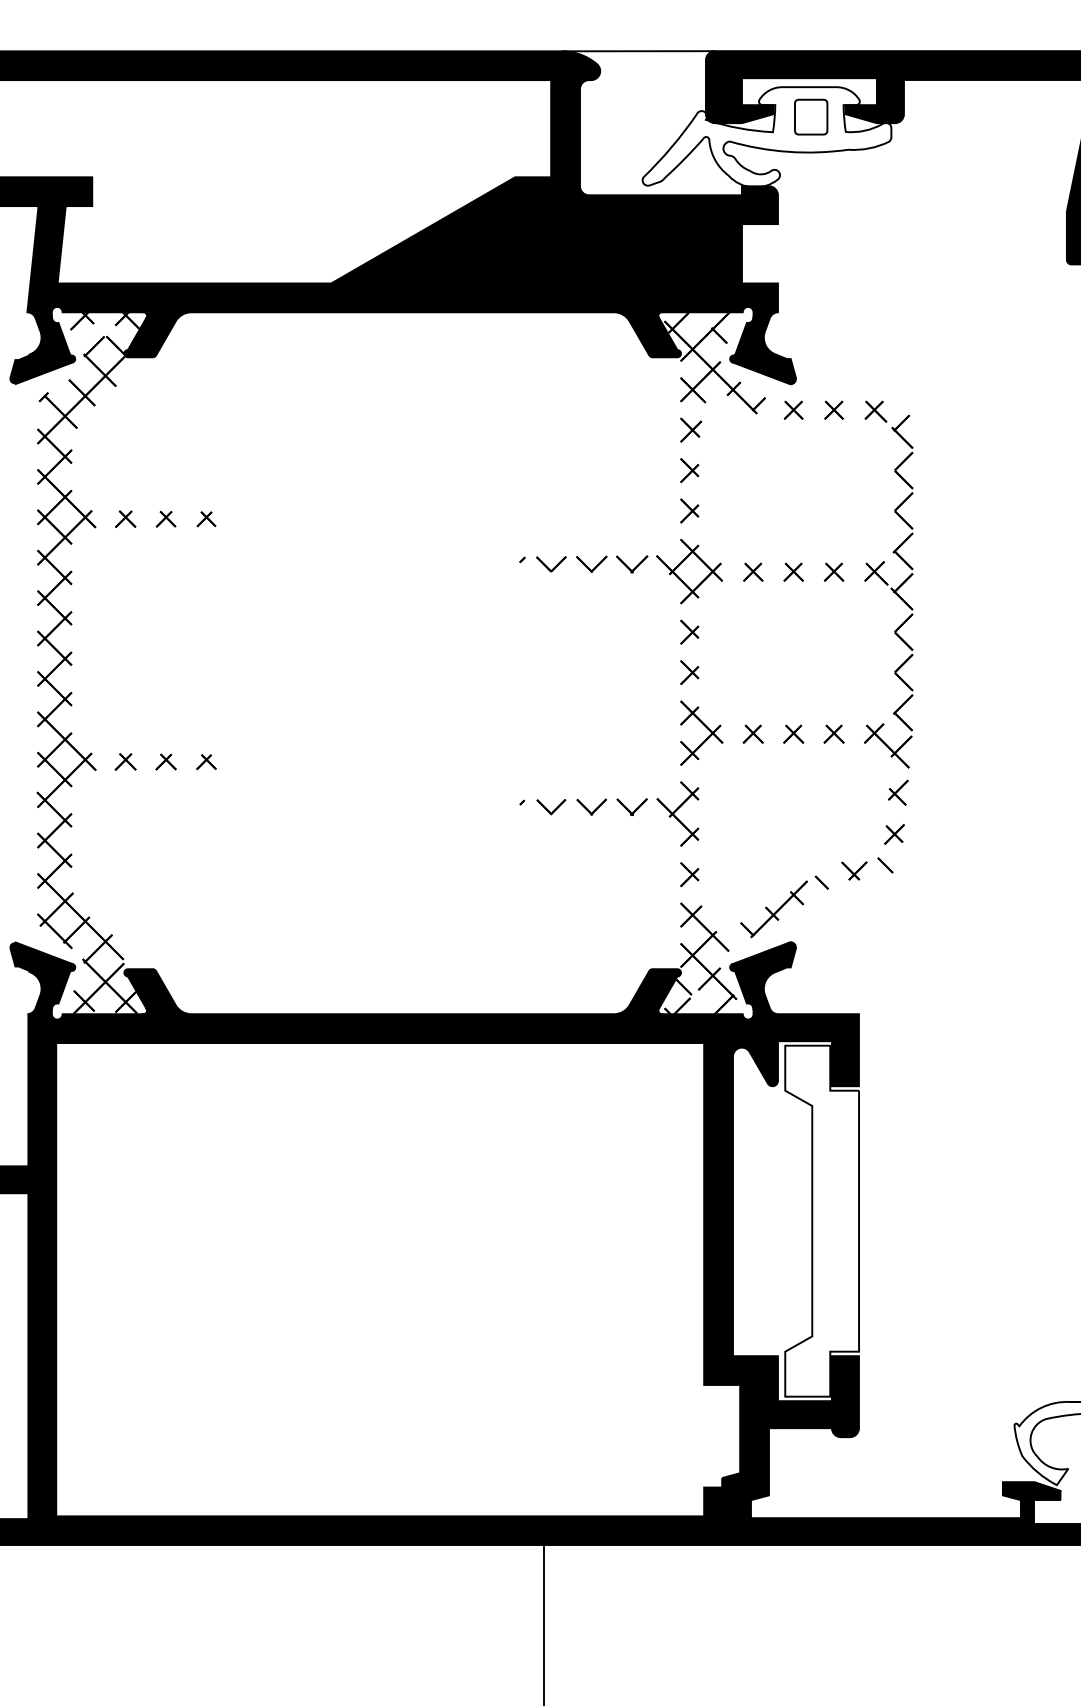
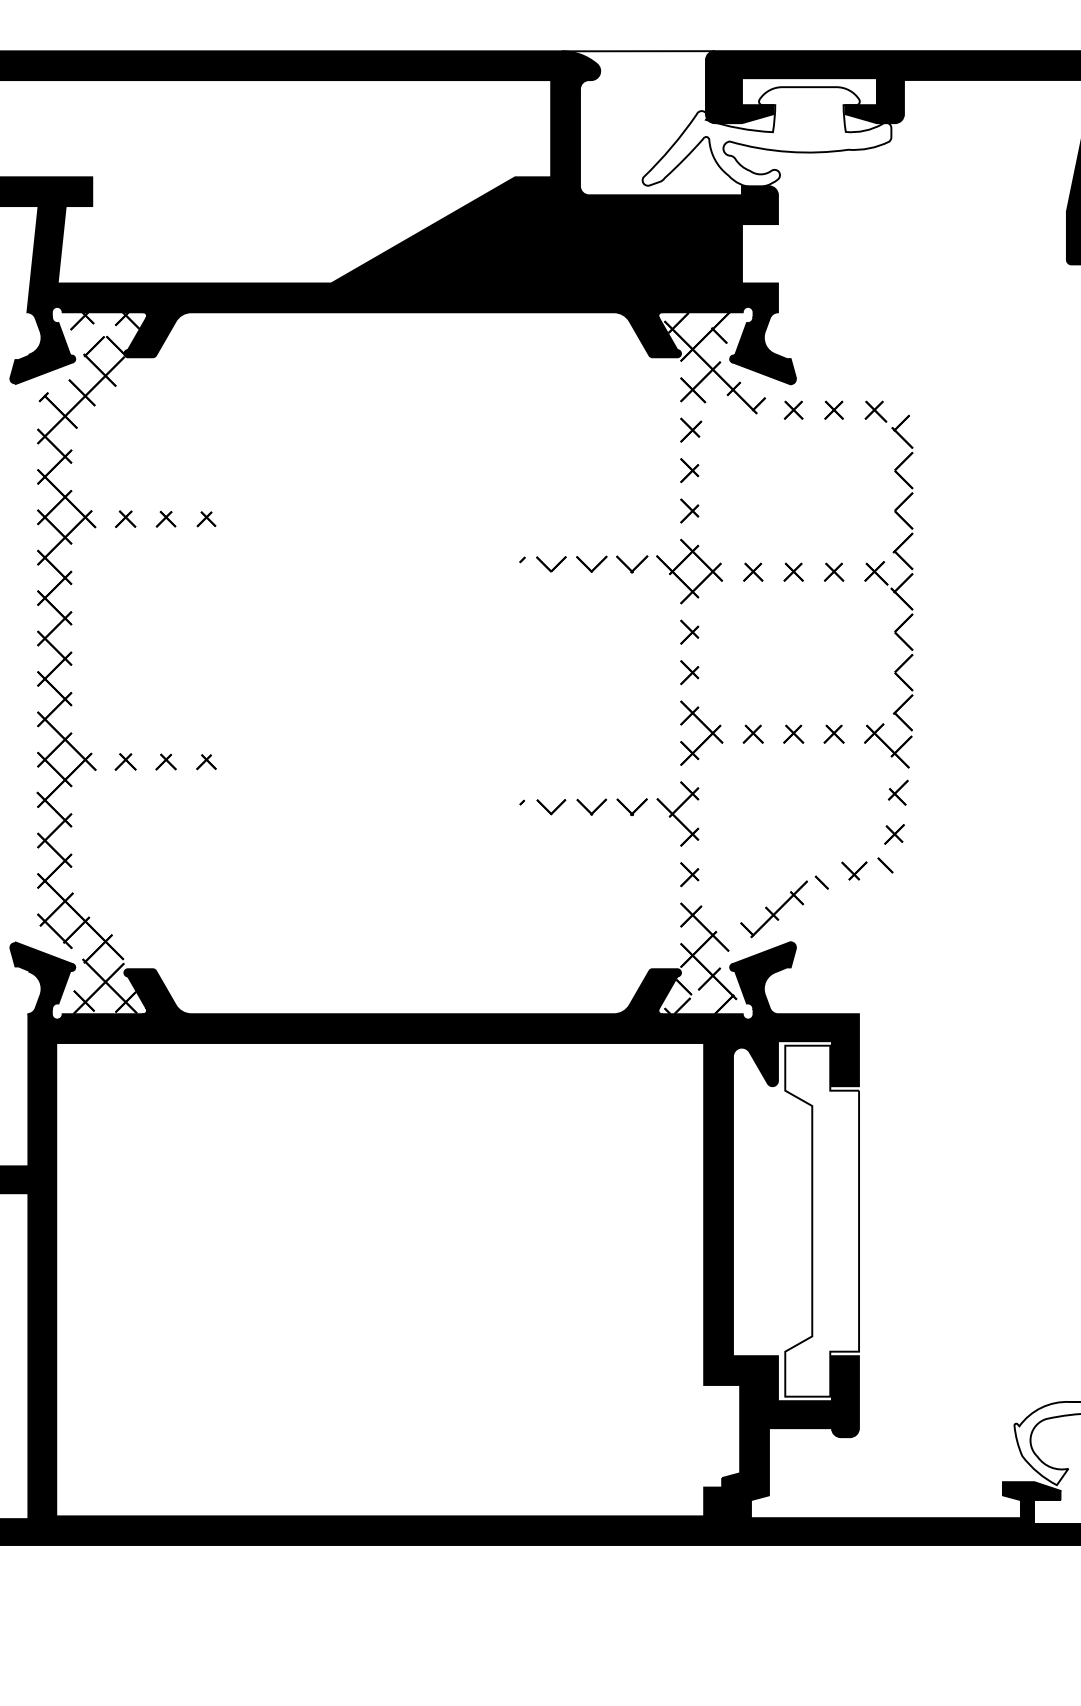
part at (811, 116): present -> none
line at (544, 1623): present -> none
